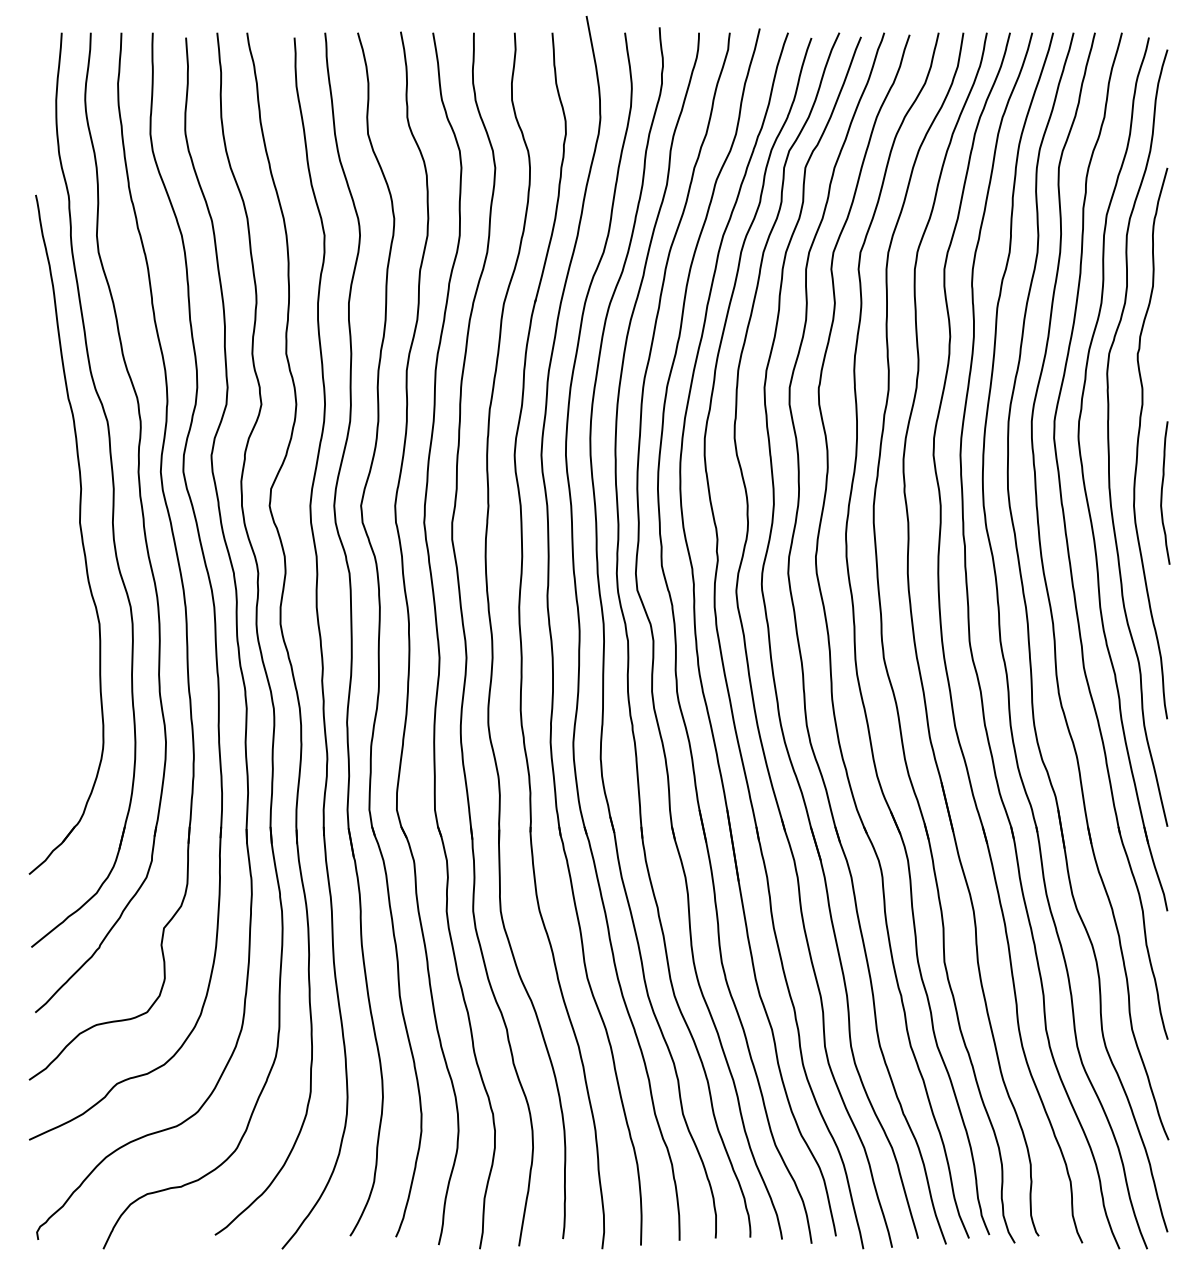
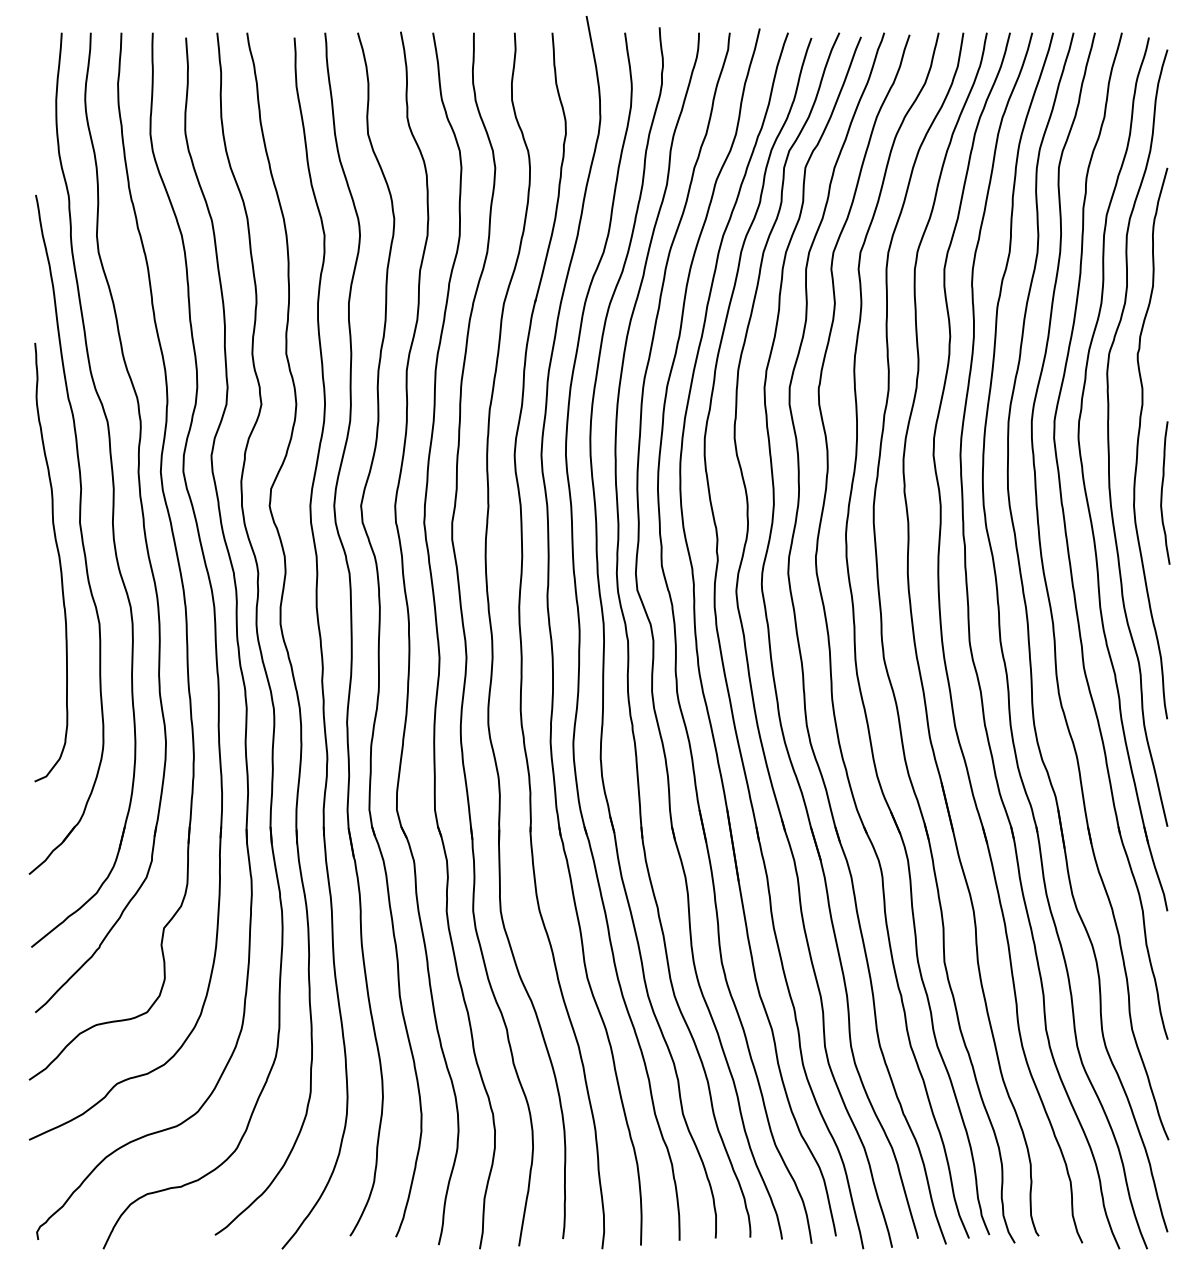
curve at (58, 559): none -> present
